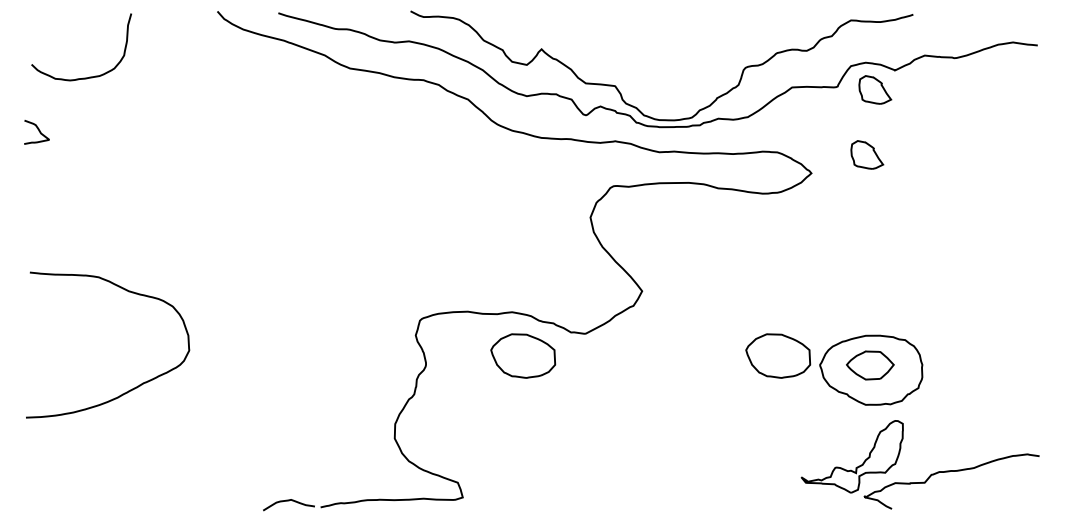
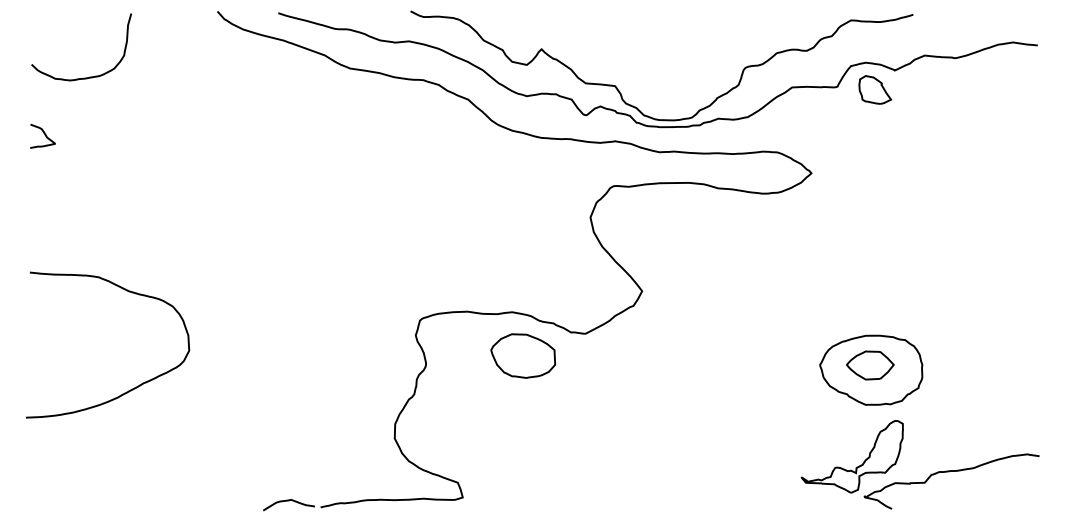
curve at (38, 131) position: (38, 131) -> (44, 135)
part at (867, 154): present -> none
part at (778, 355): present -> none
